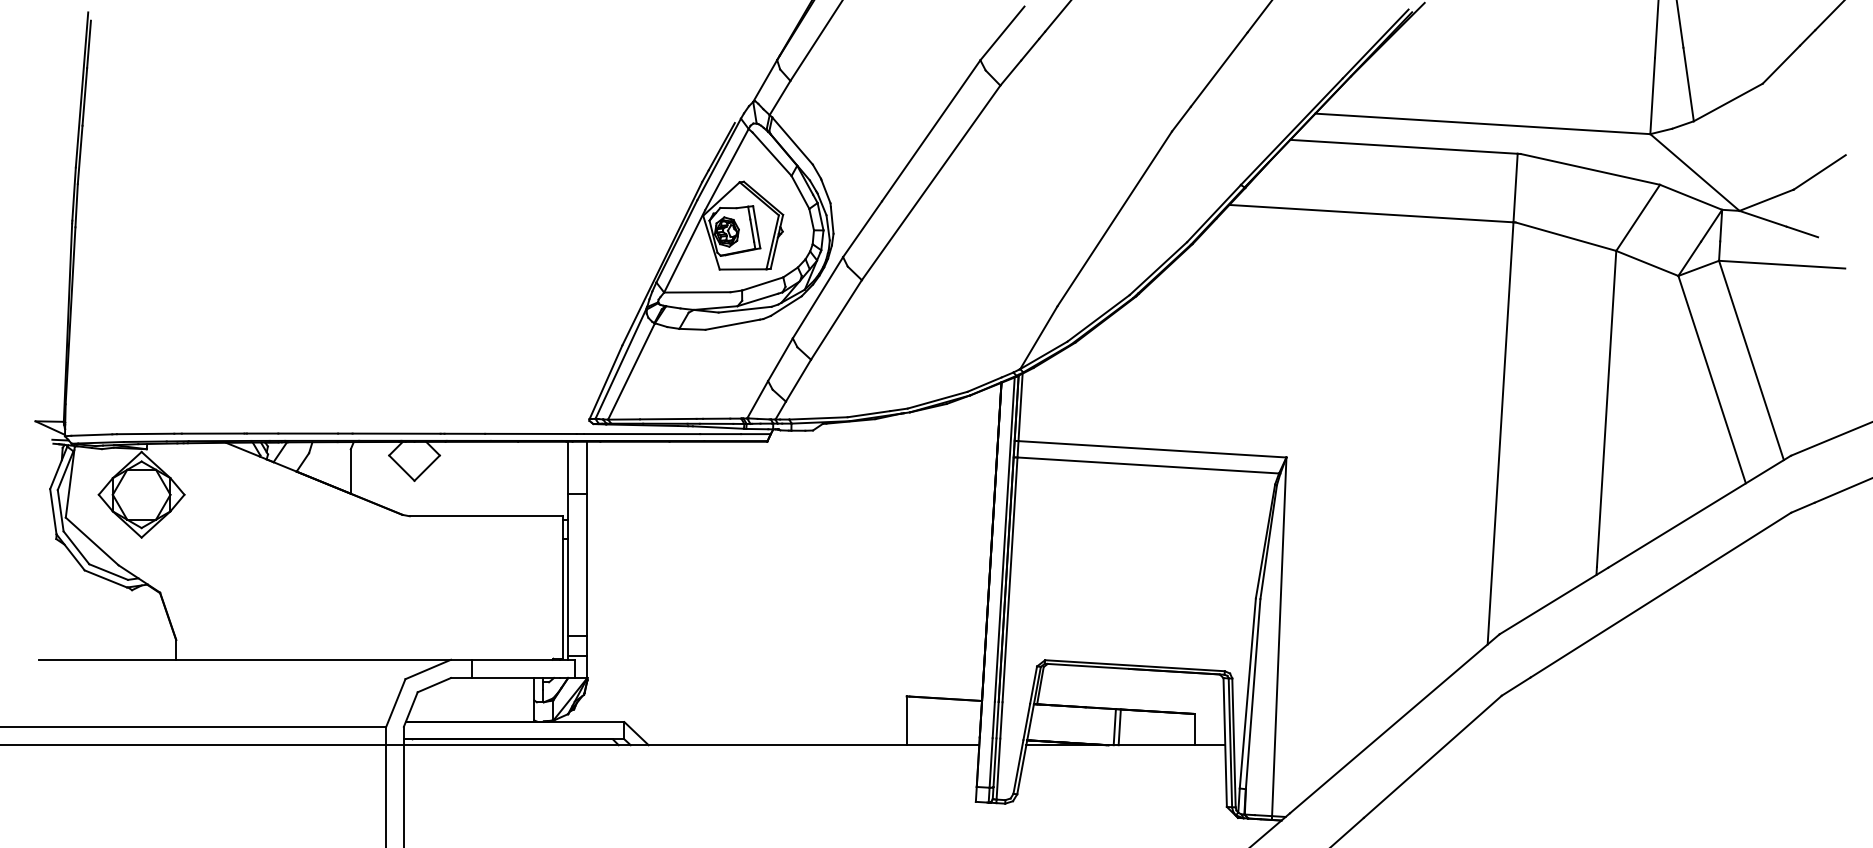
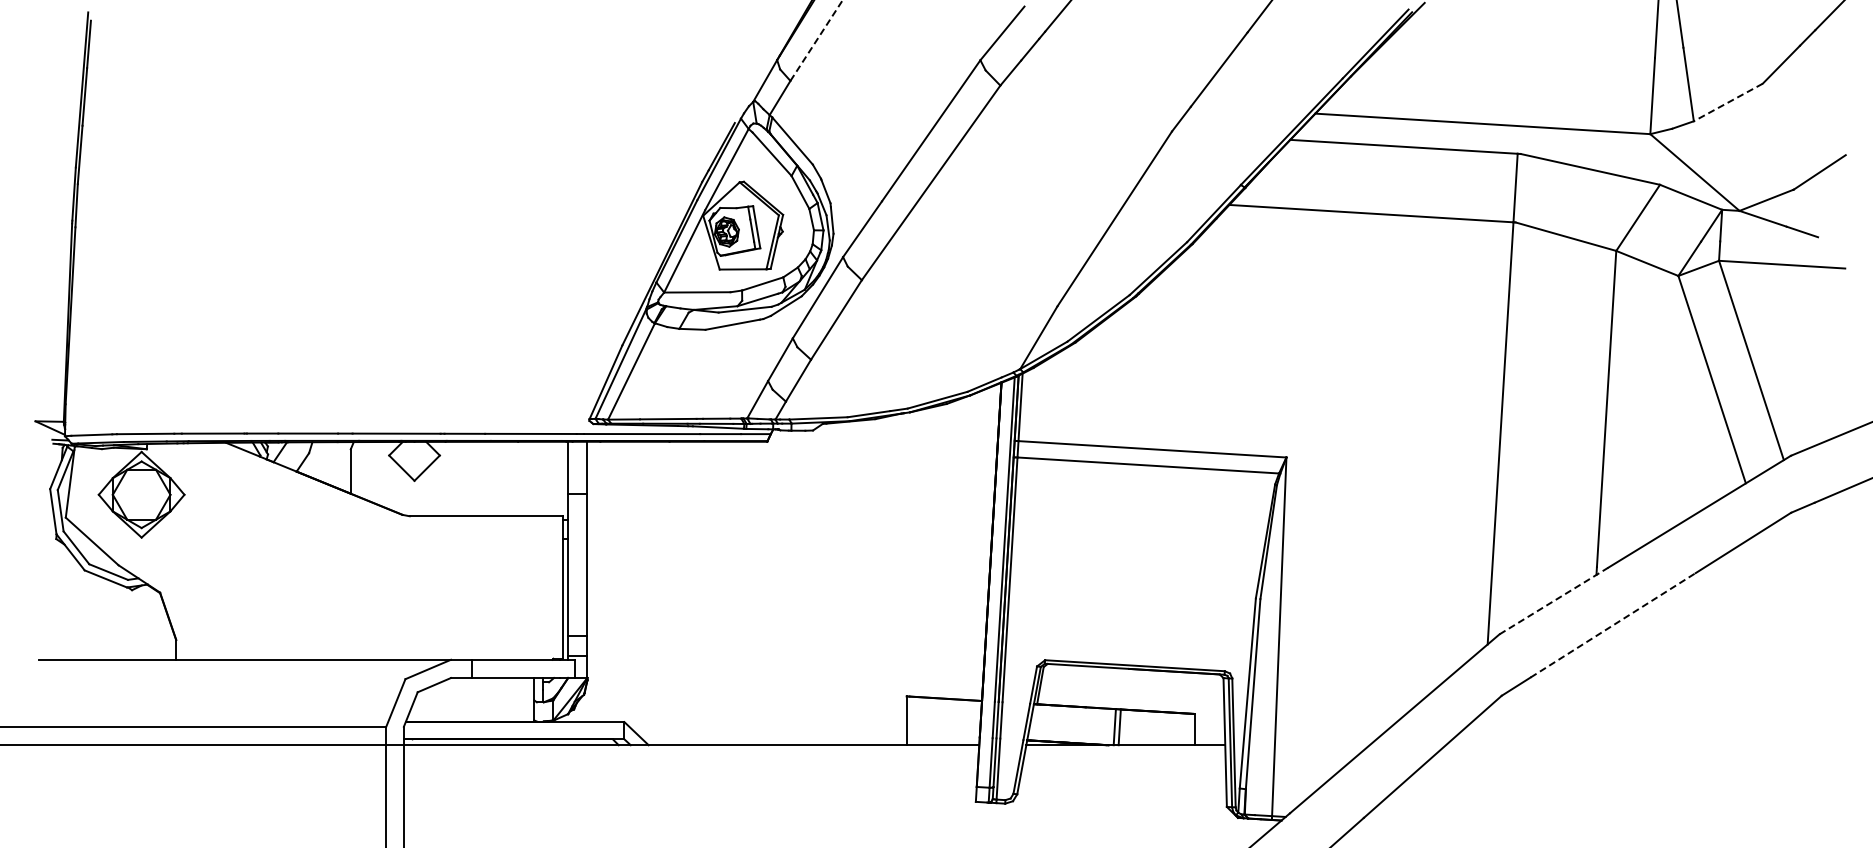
line at (816, 40): solid -> dashed
line at (1727, 102): solid -> dashed
line at (1553, 601): solid -> dashed
line at (1613, 625): solid -> dashed
